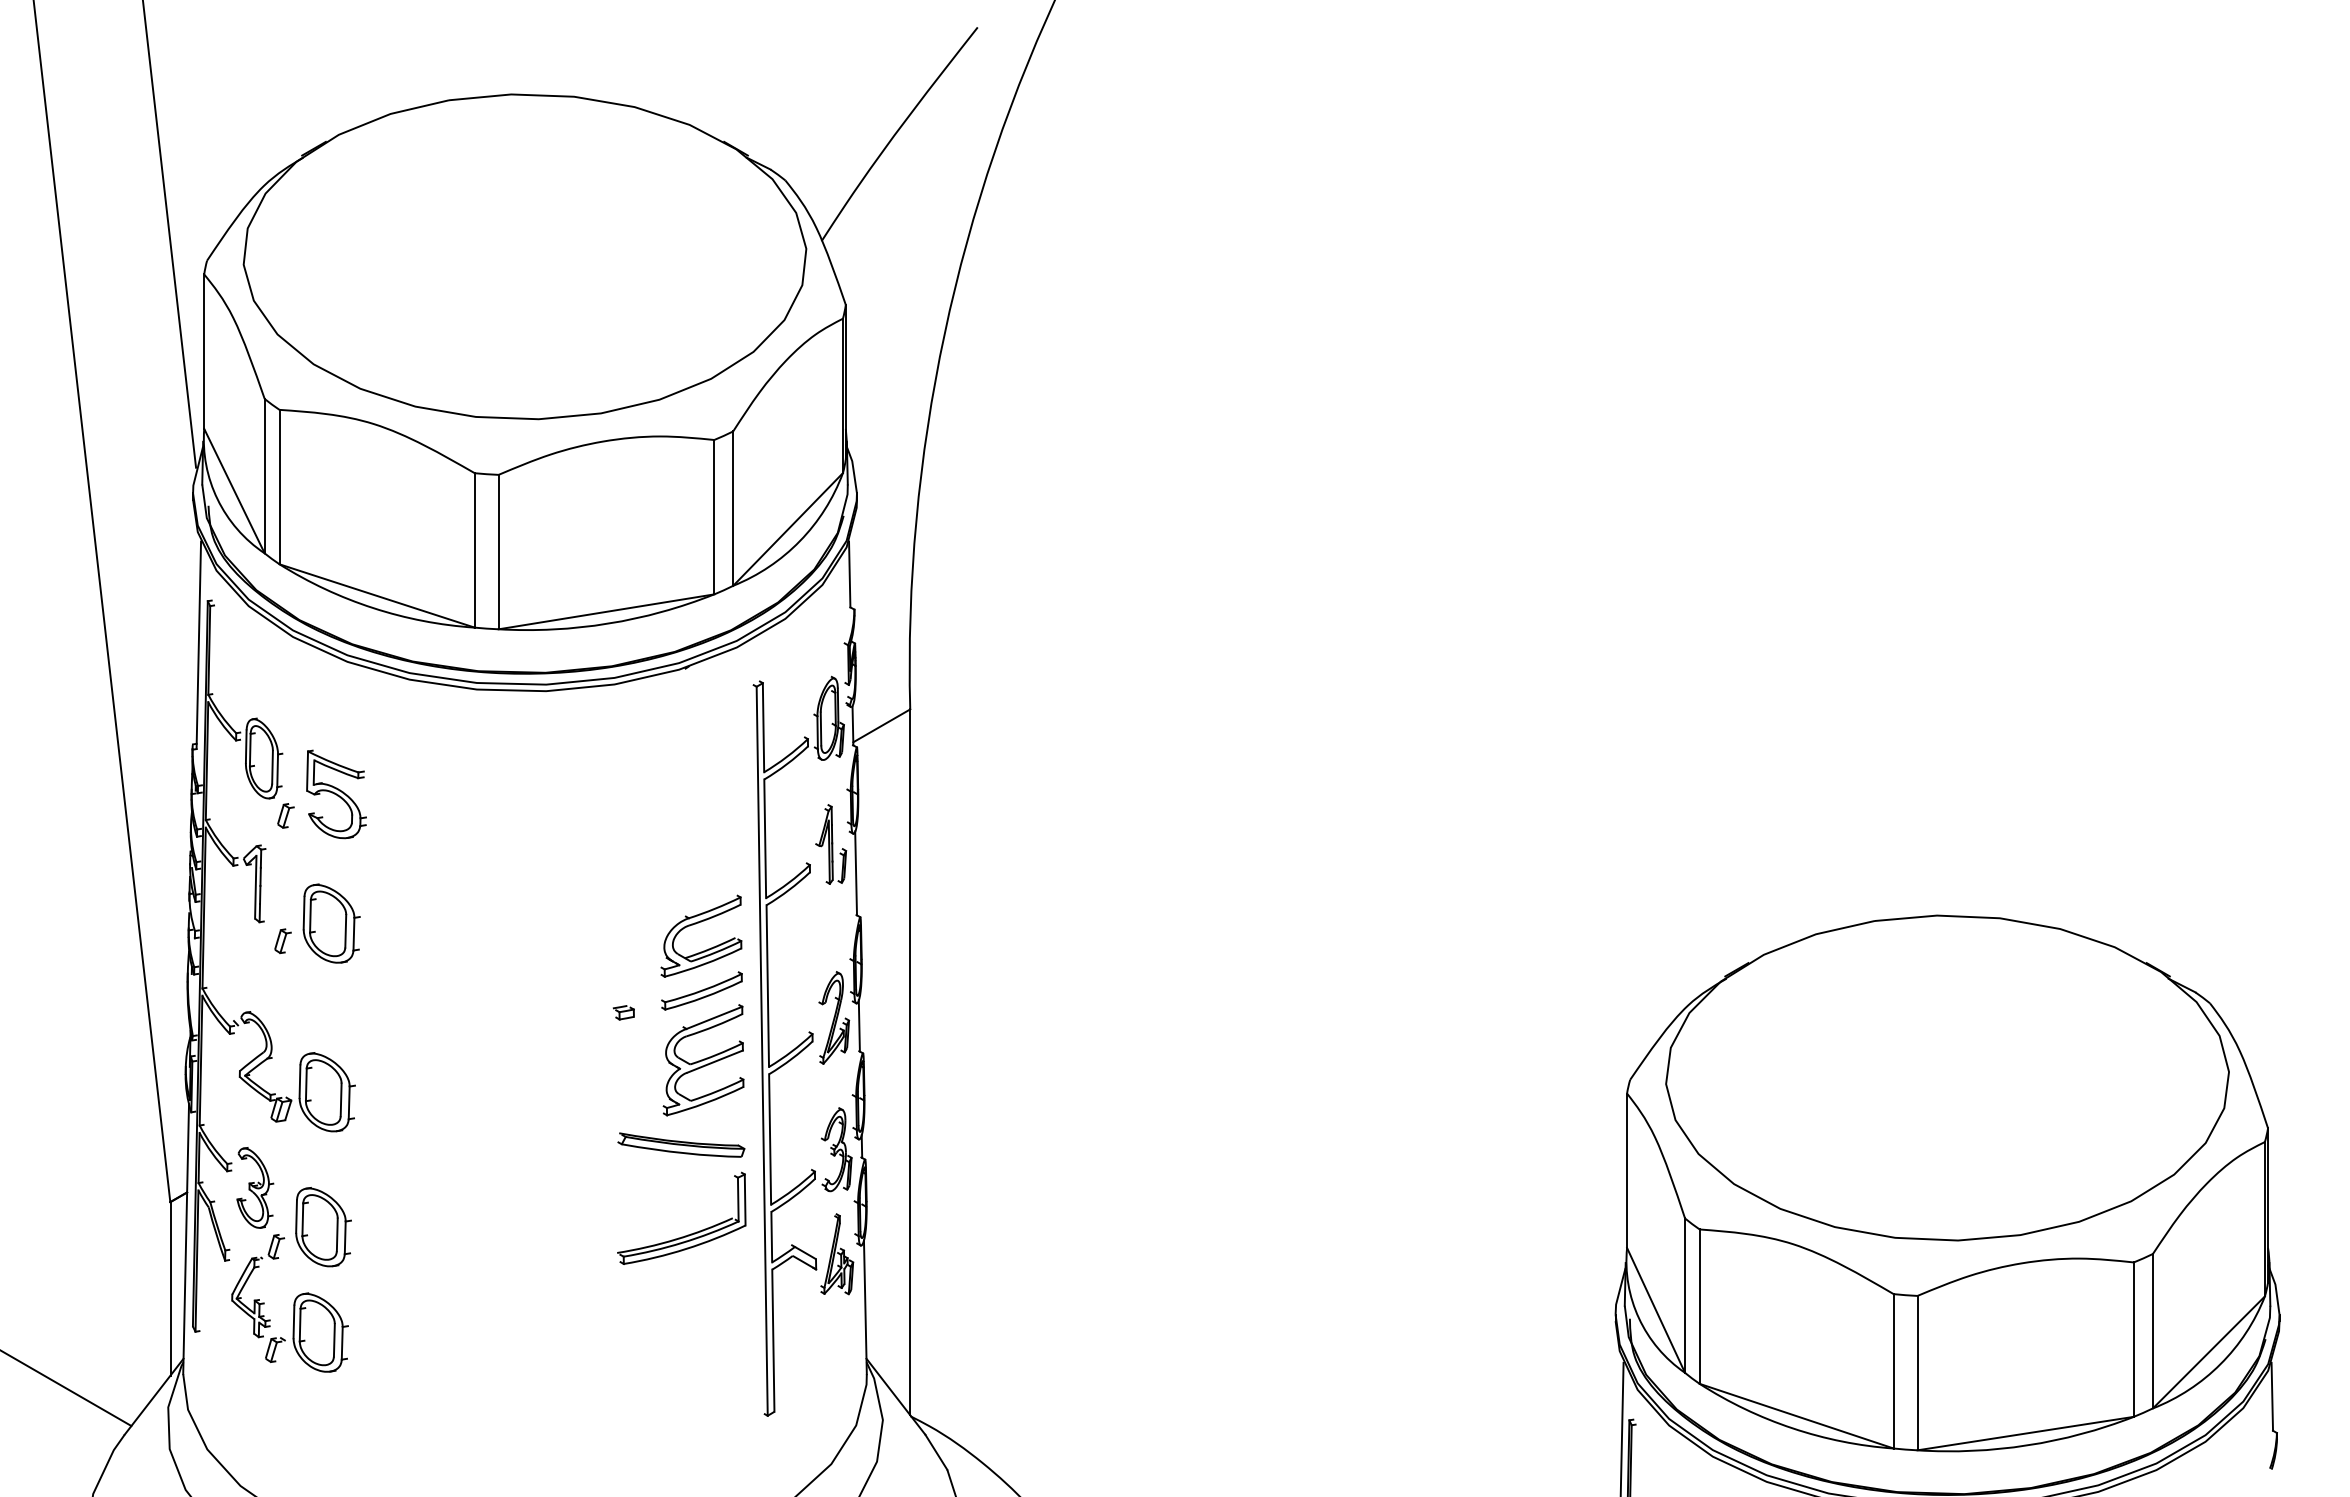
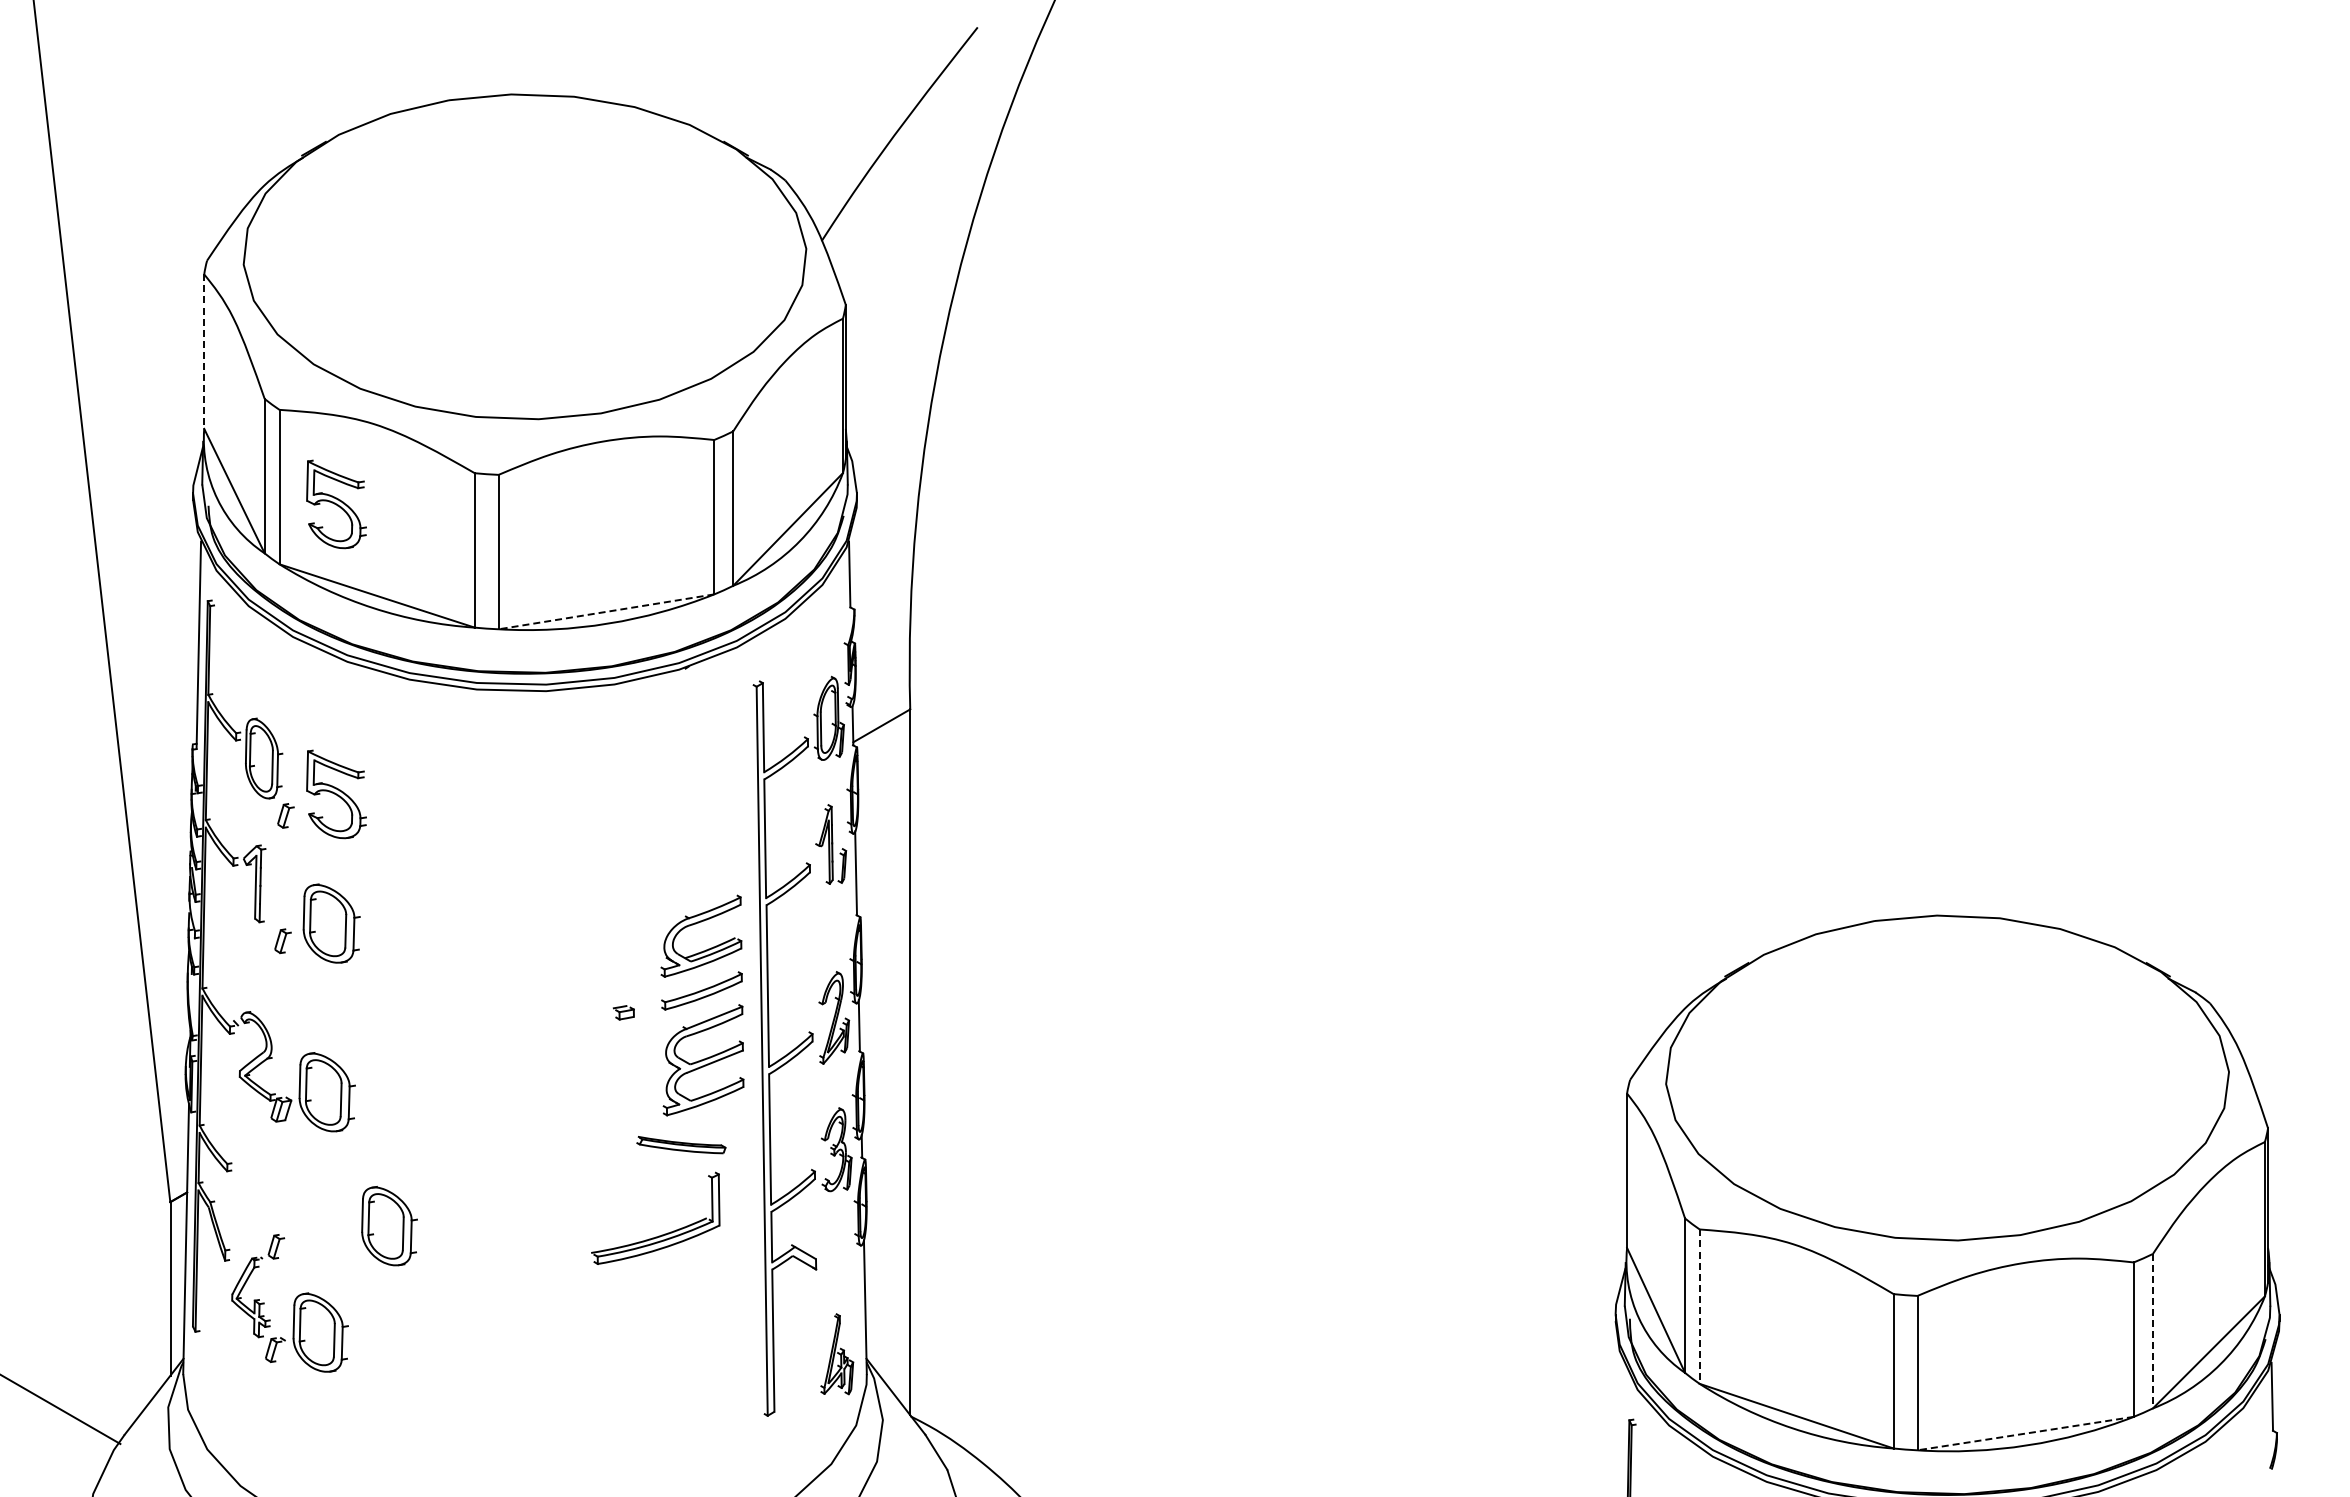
line at (169, 234): present -> none
line at (204, 352): solid -> dashed
part at (336, 504): none -> present
line at (605, 611): solid -> dashed
part at (681, 1144) size: 129x26 px -> 91x19 px
part at (255, 1187): present -> none
part at (323, 1227) position: (323, 1227) -> (389, 1226)
part at (687, 1234) position: (687, 1234) -> (661, 1234)
part at (837, 1254) position: (837, 1254) -> (837, 1354)
line at (1699, 1307): solid -> dashed
line at (2152, 1331): solid -> dashed
line at (66, 1388) position: (66, 1388) -> (61, 1409)
line at (1621, 1427): present -> none
line at (2025, 1433): solid -> dashed
